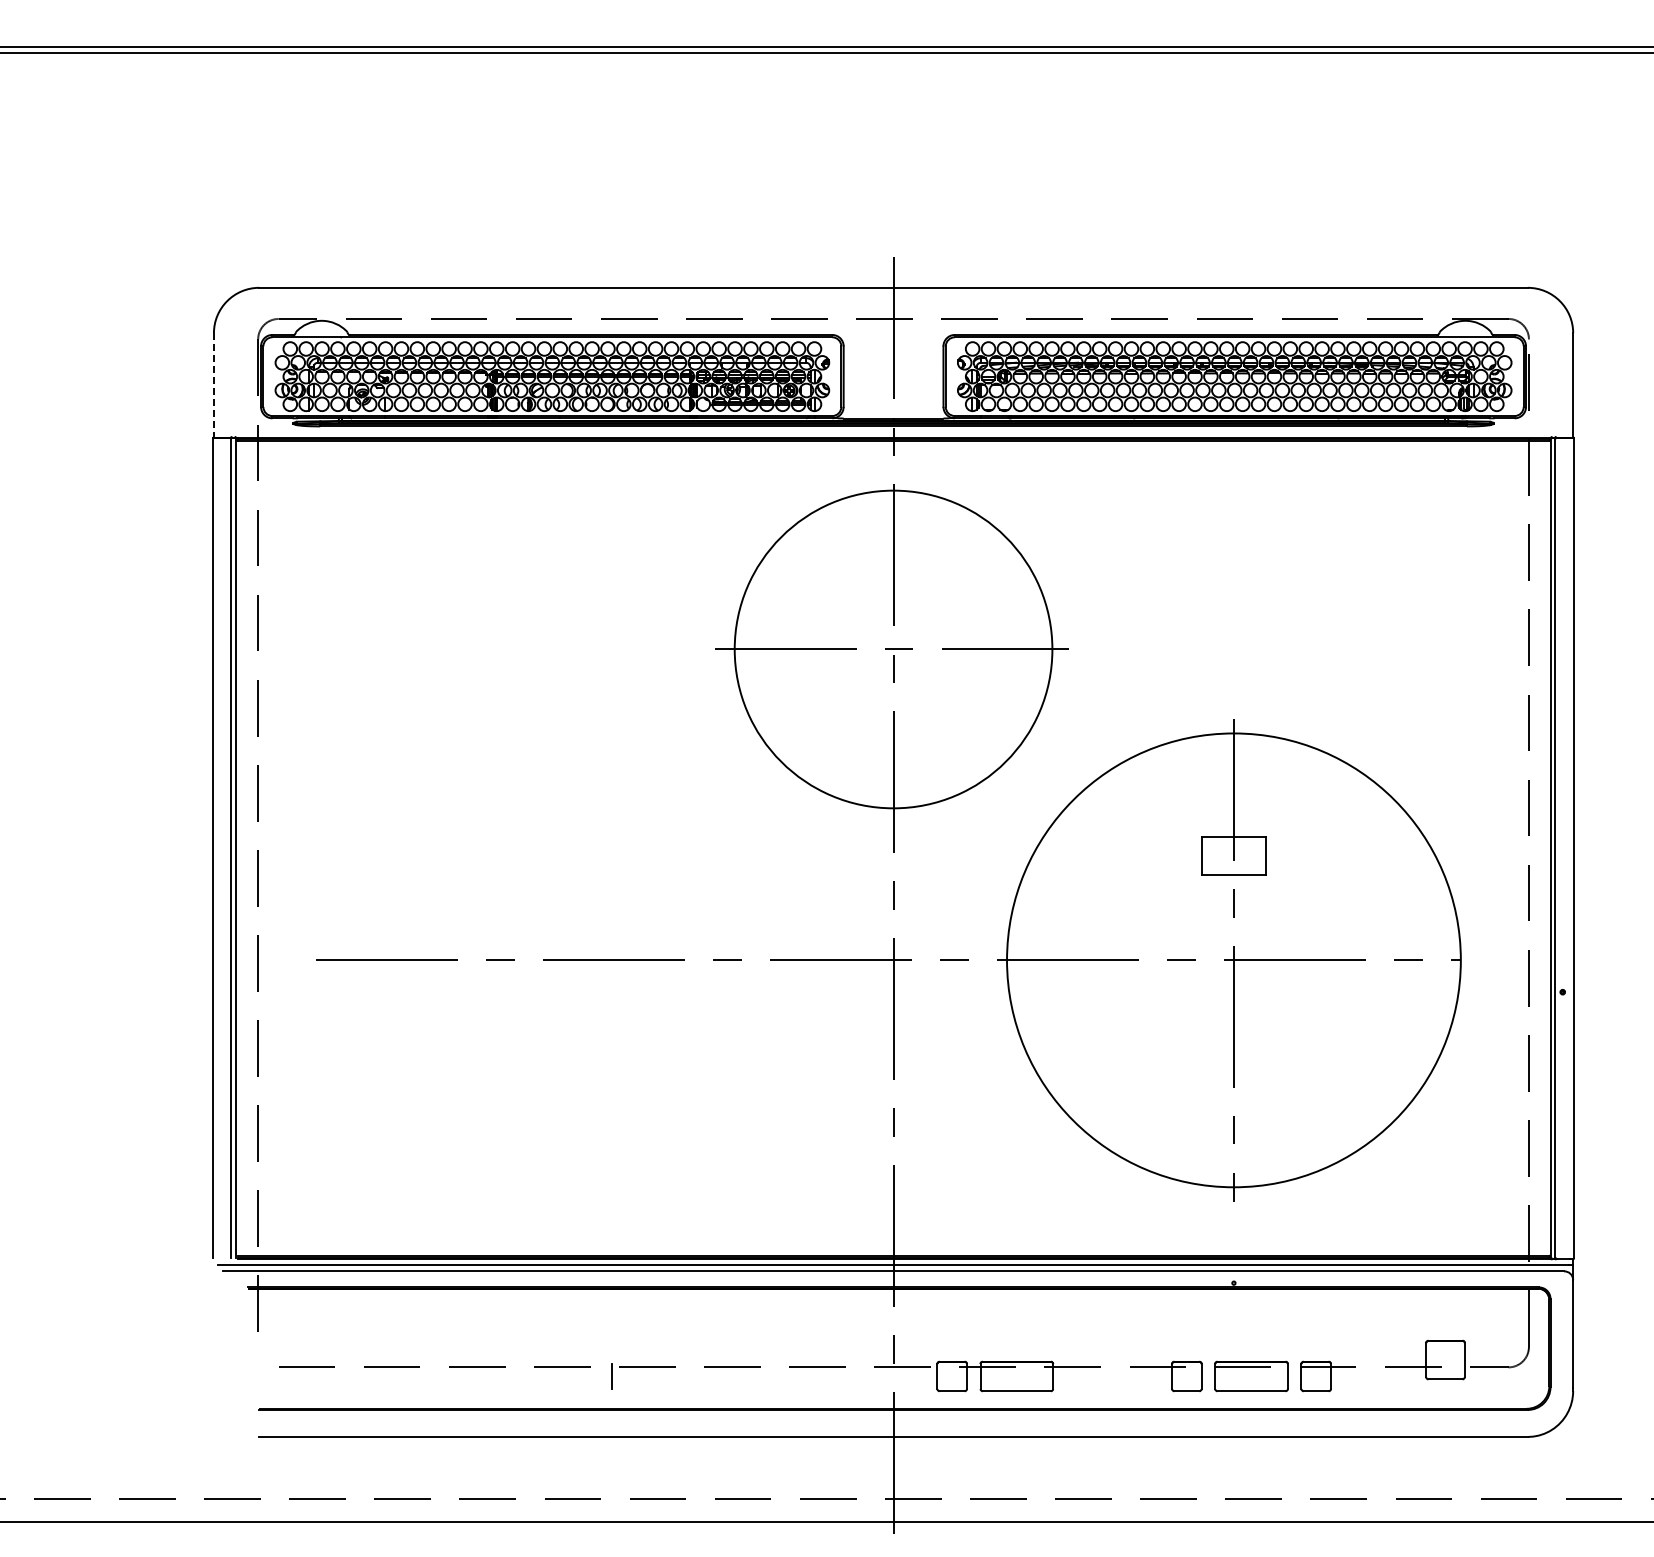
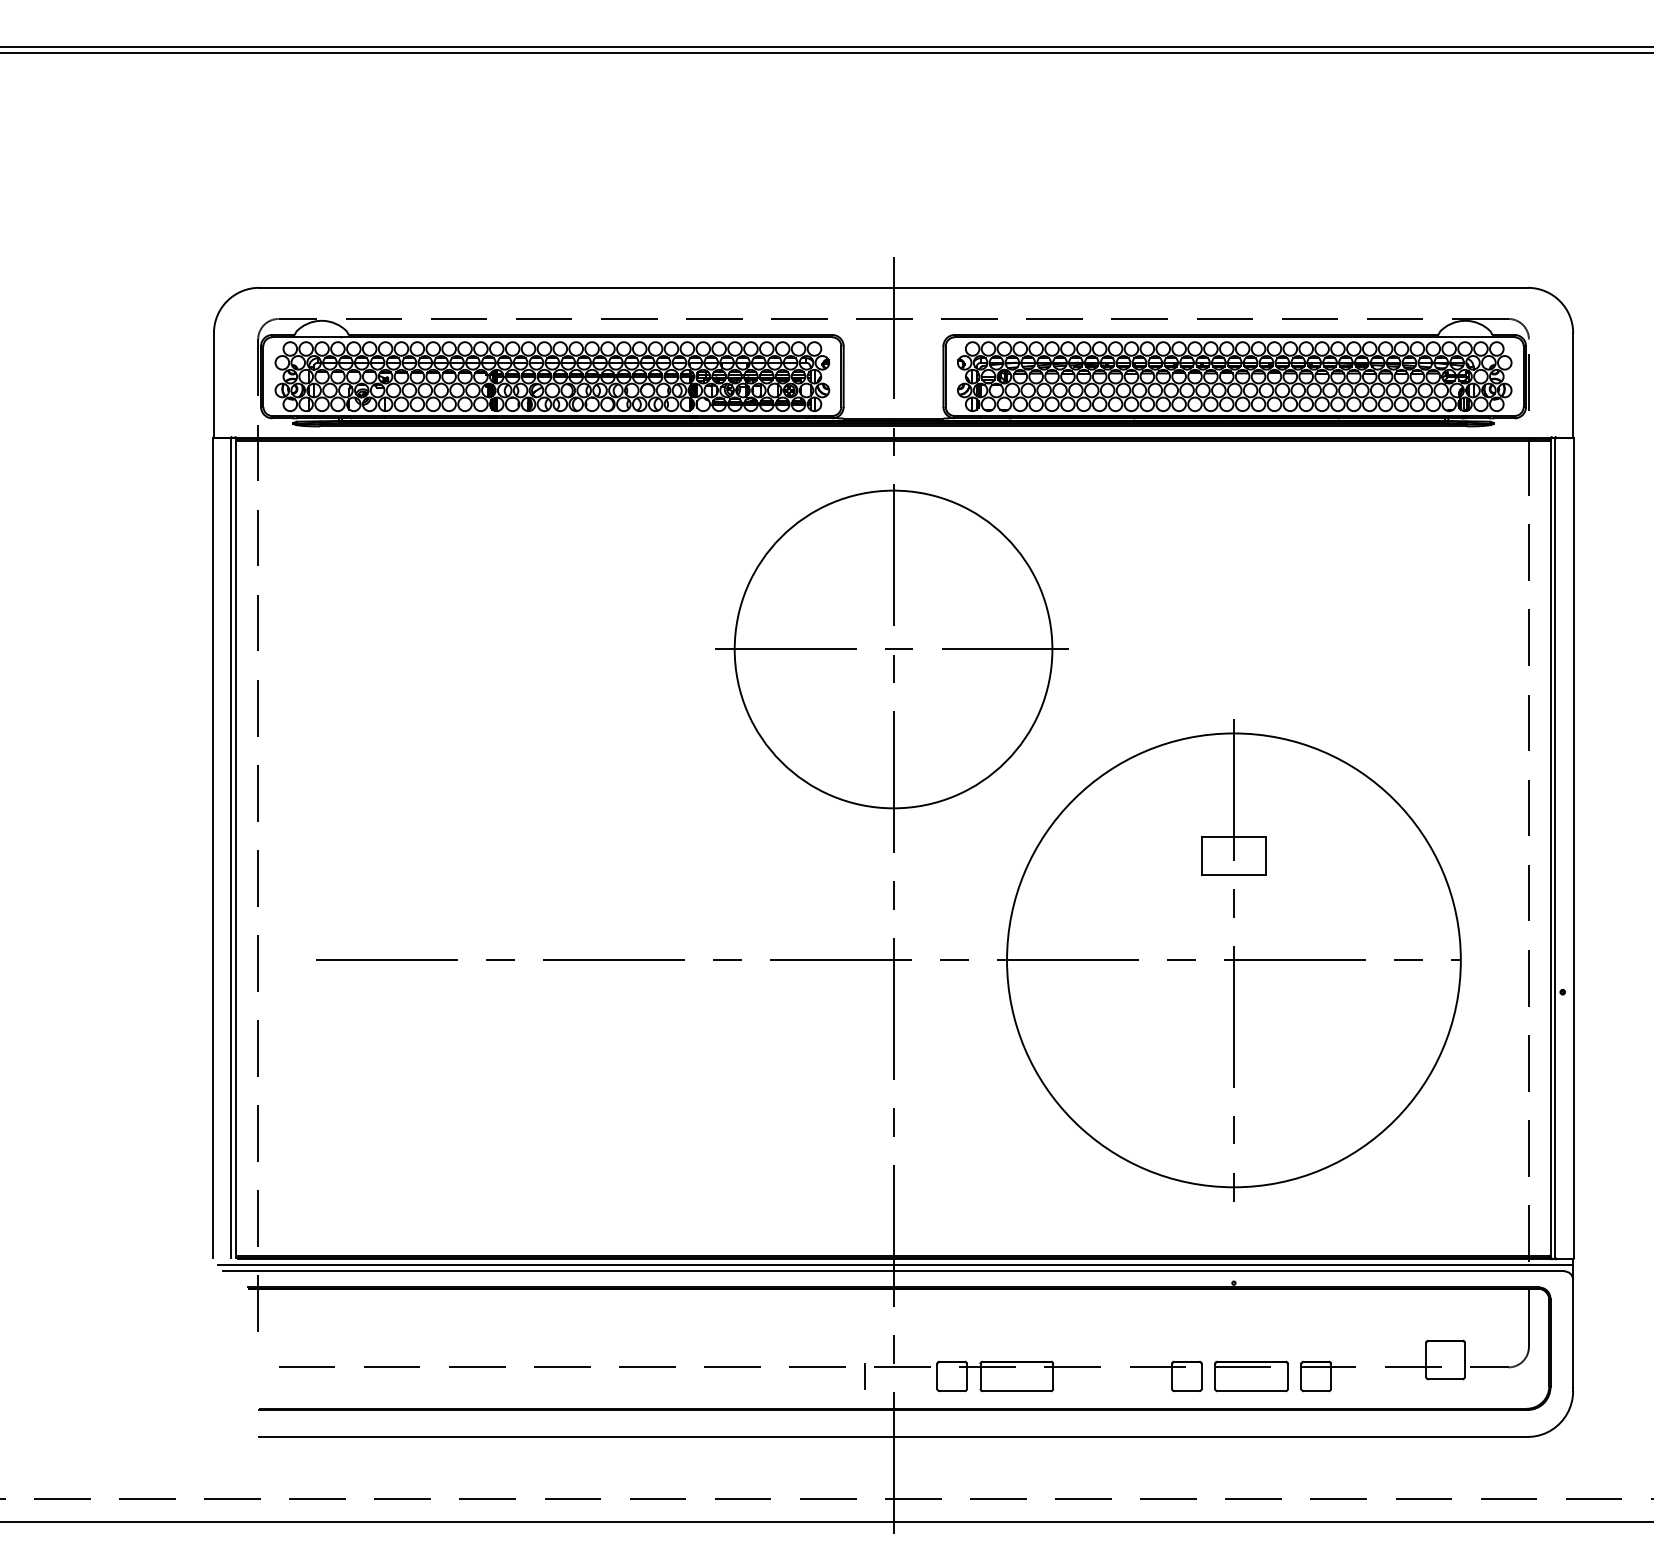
line at (213, 385): dashed -> solid
line at (611, 1376) position: (611, 1376) -> (864, 1376)
